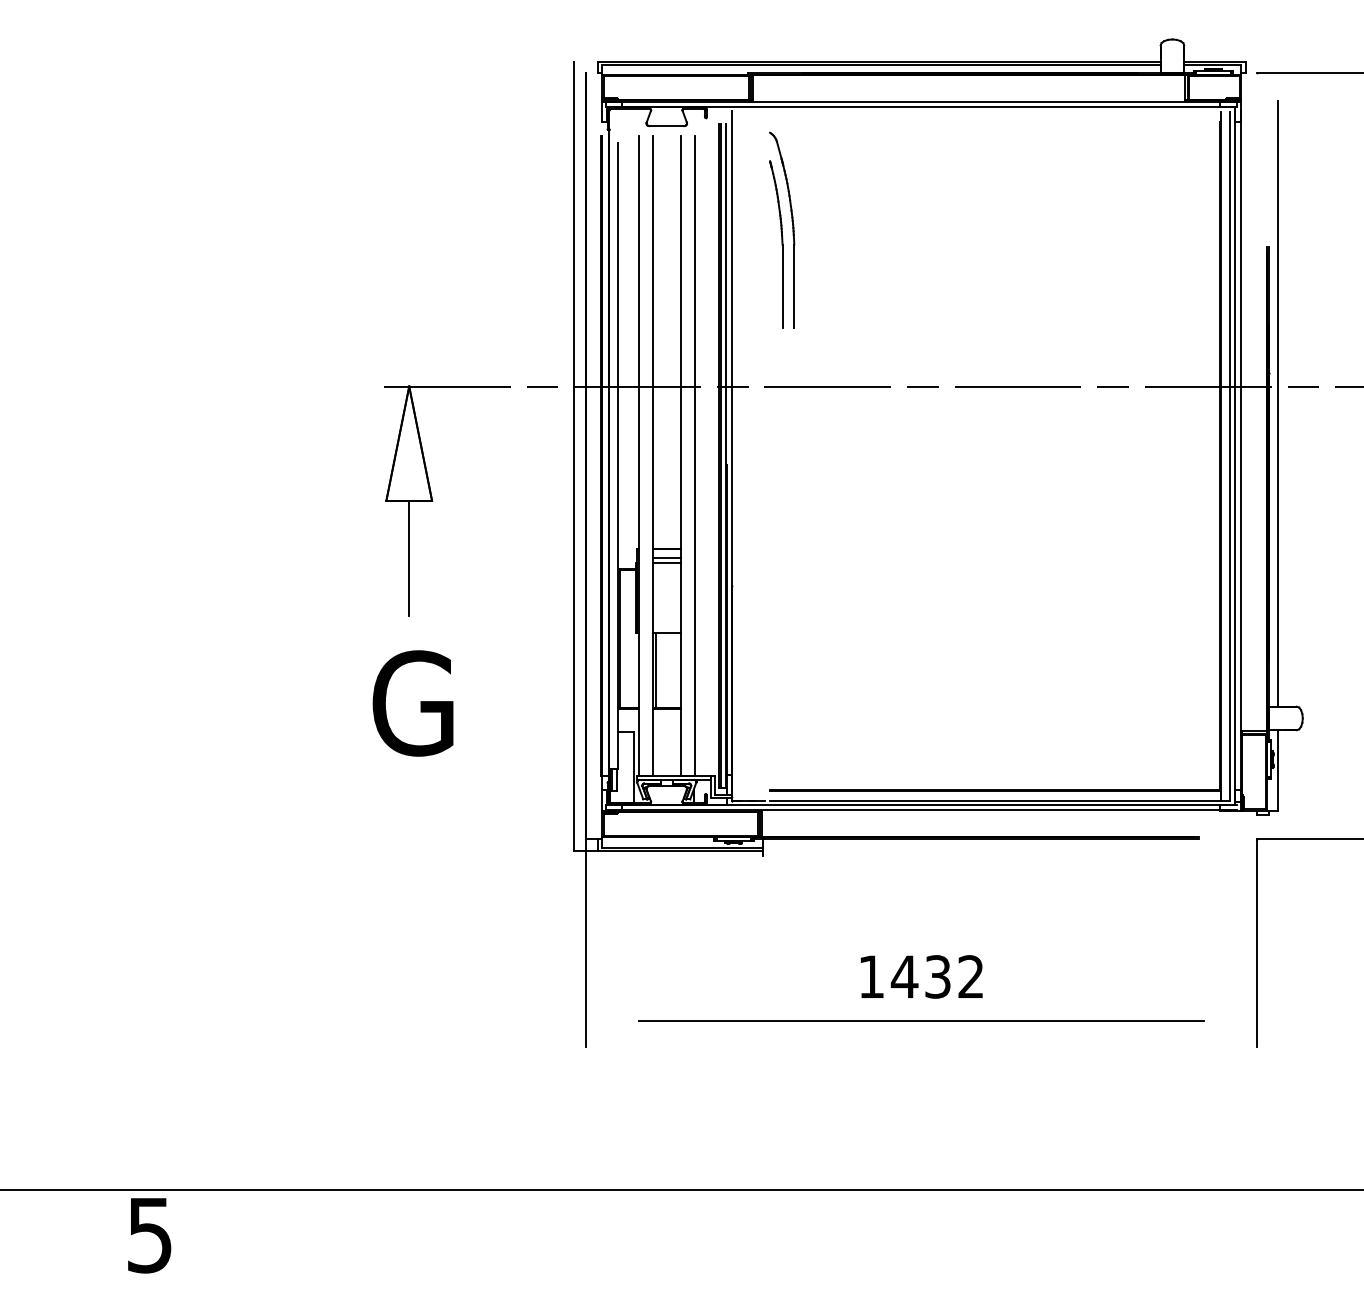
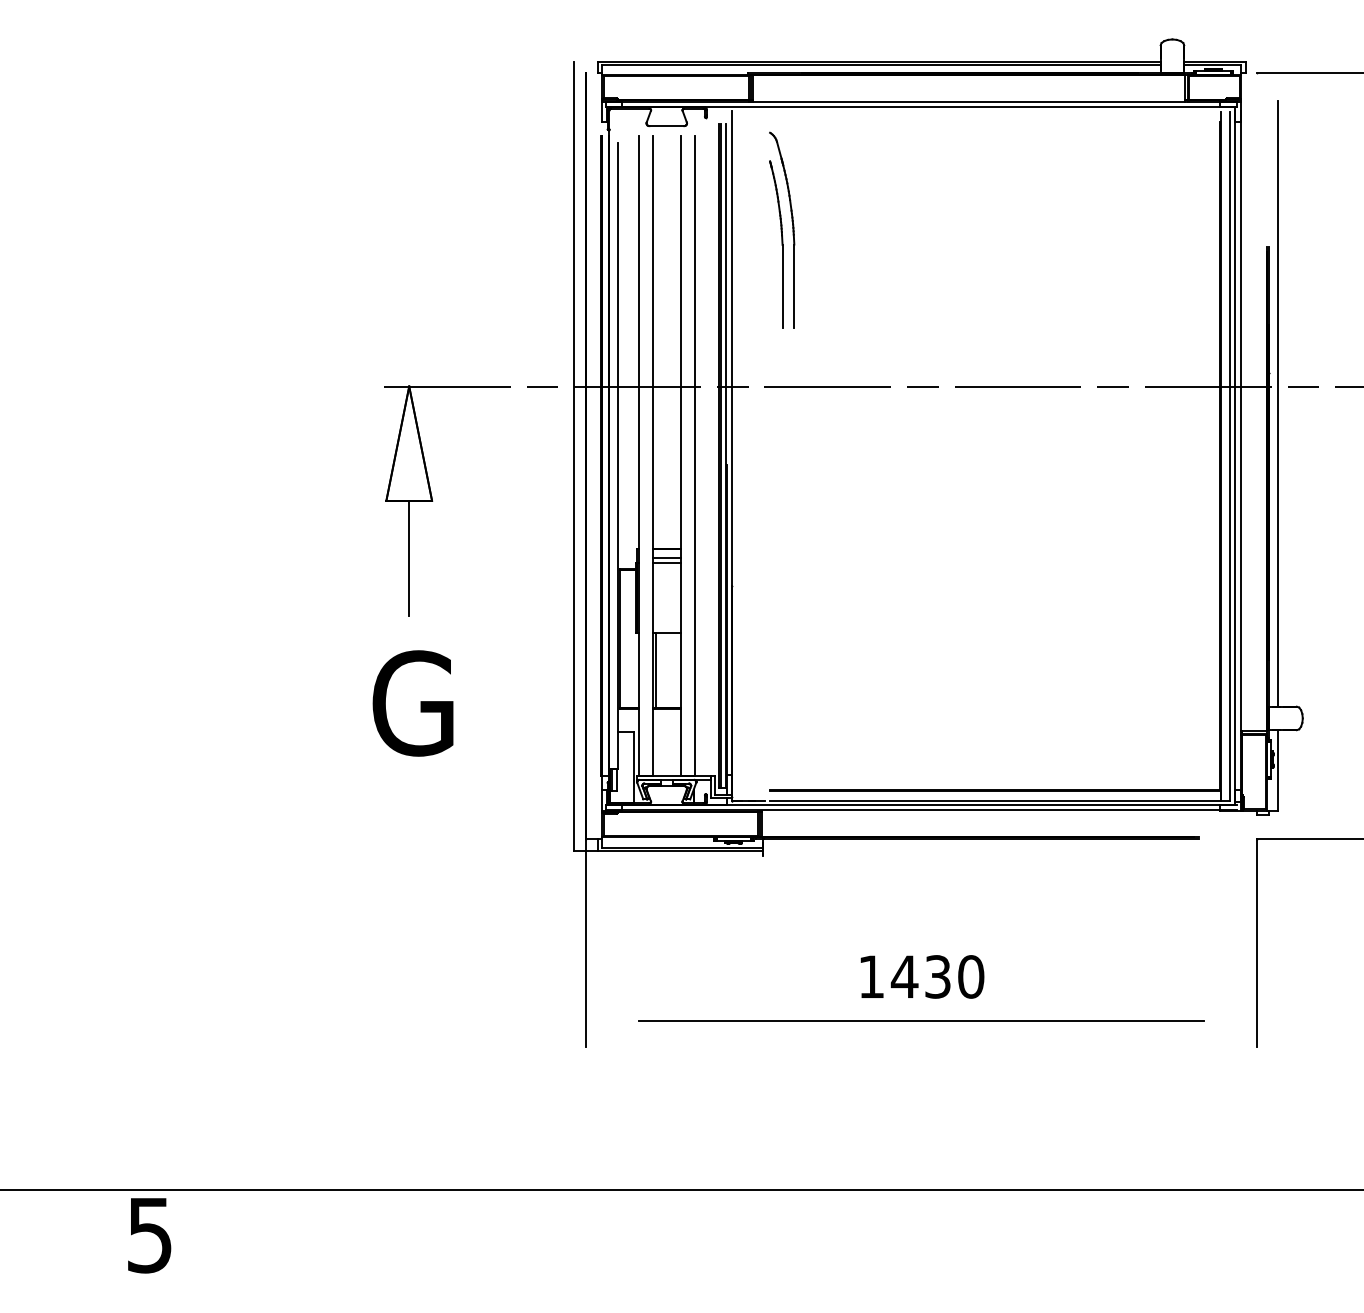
text at (971, 976): 1432 -> 1430
